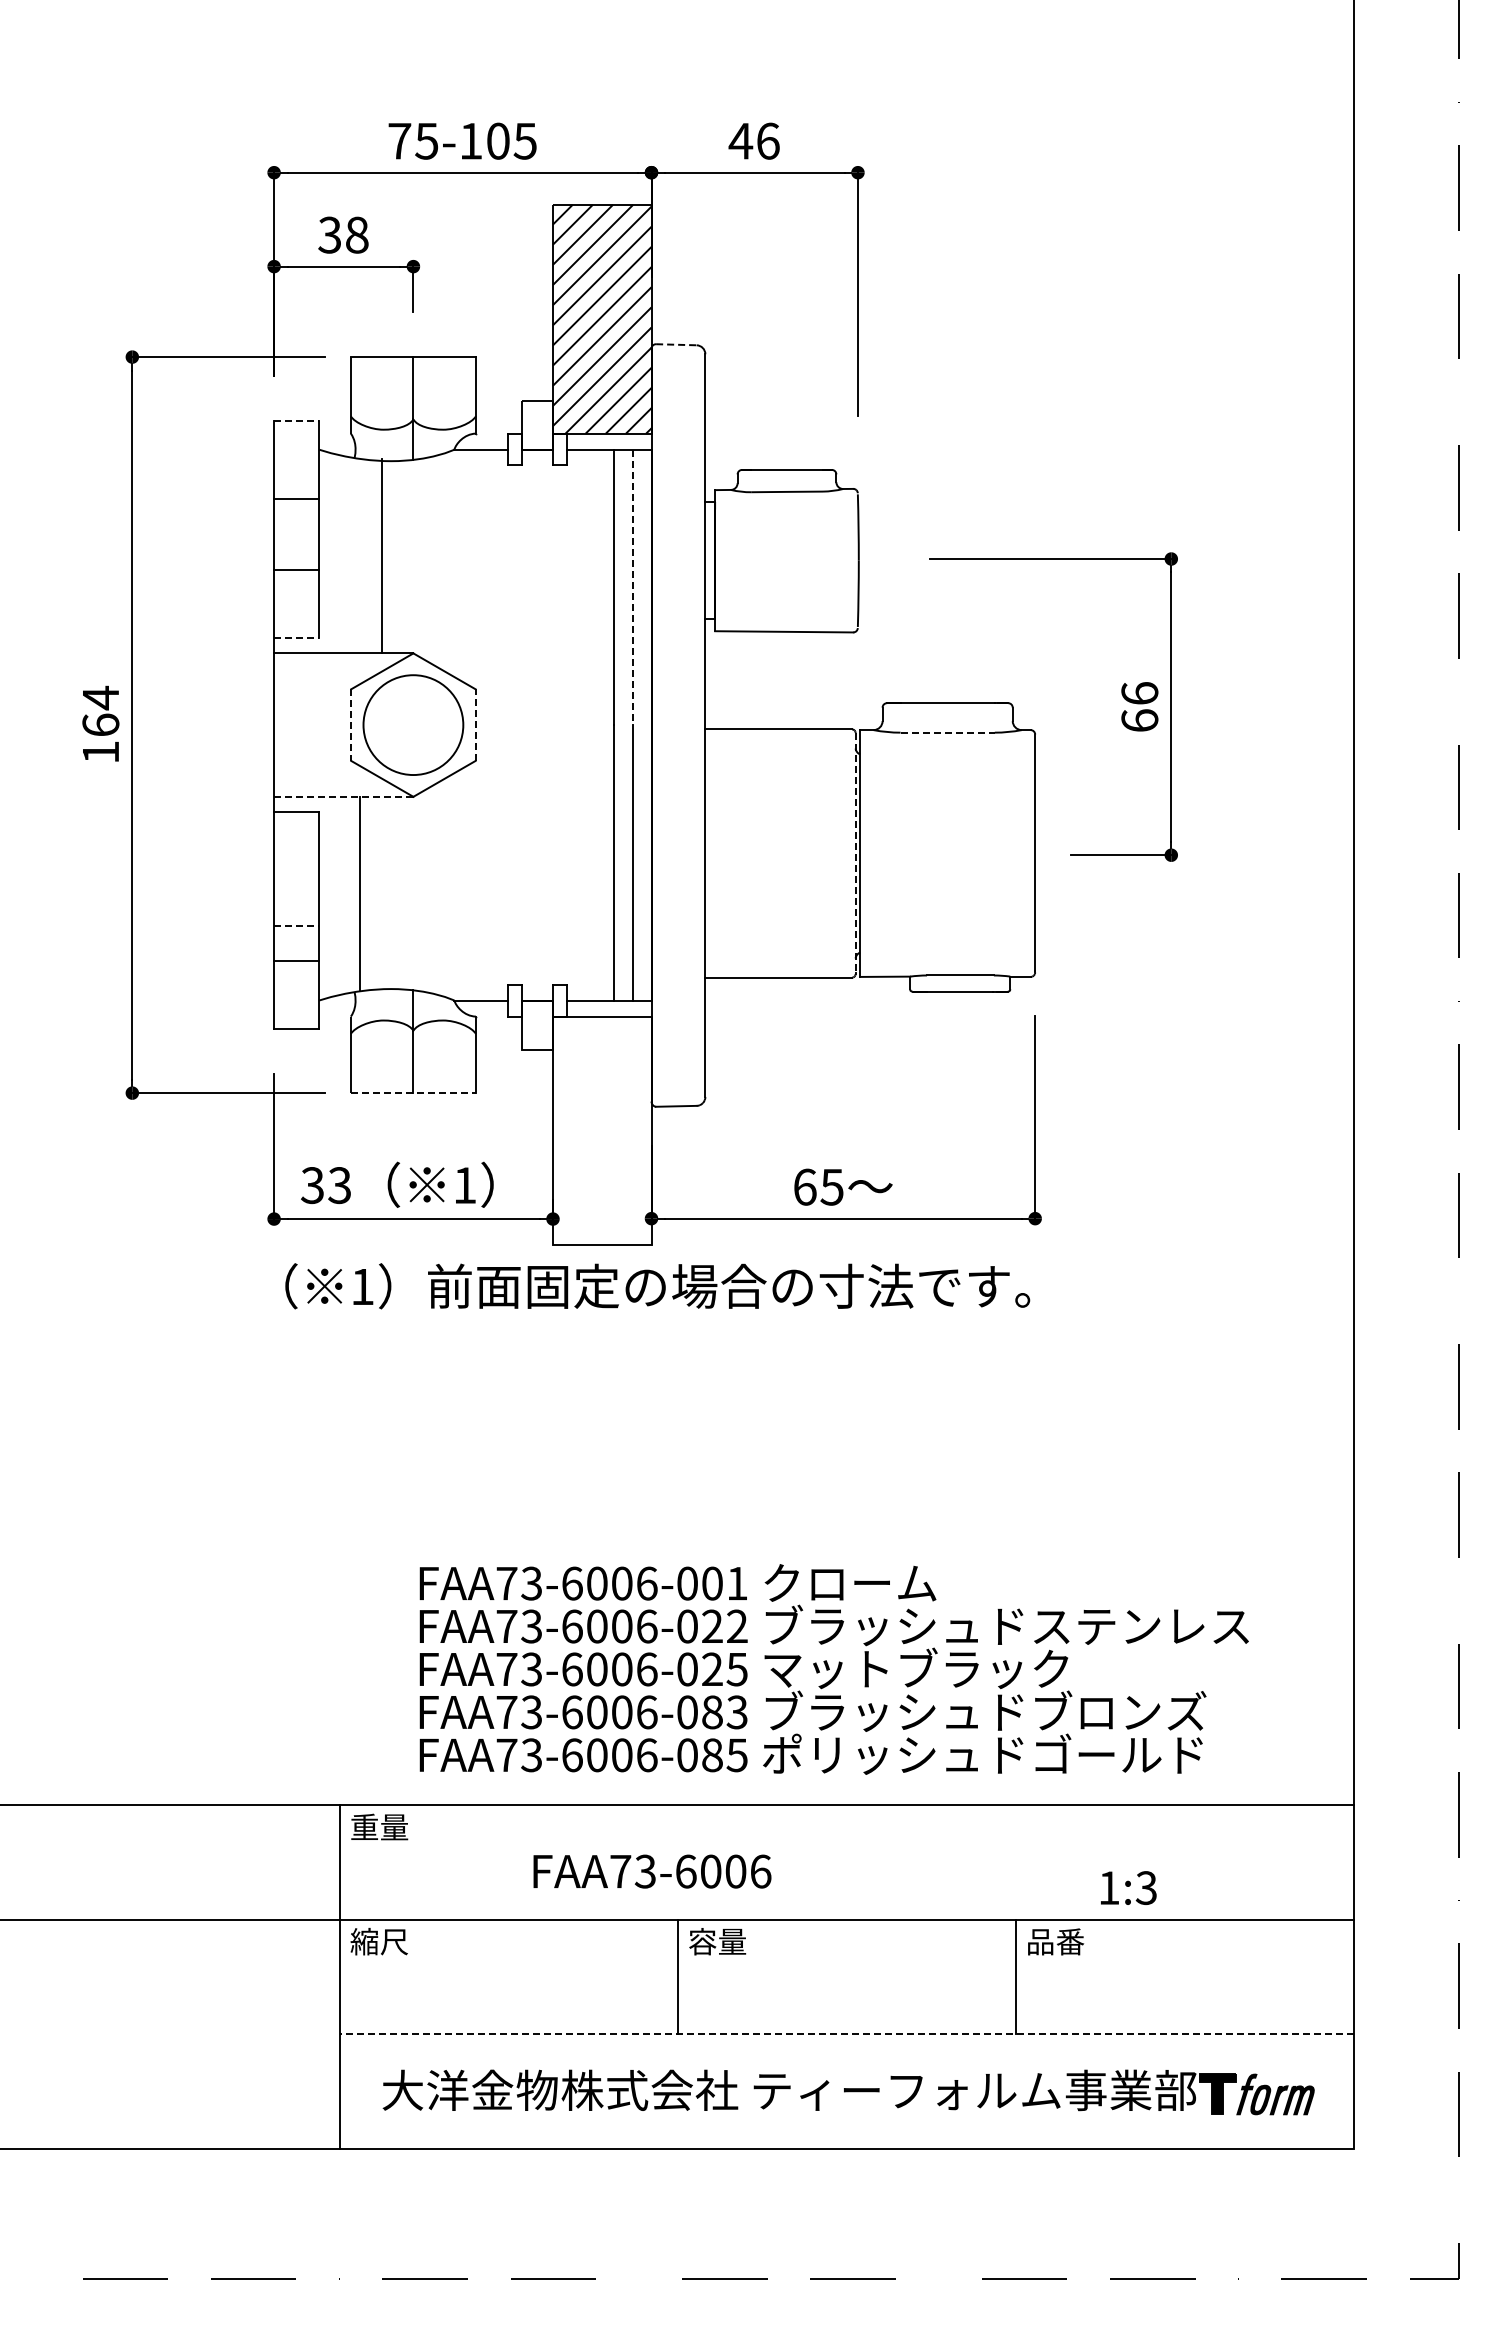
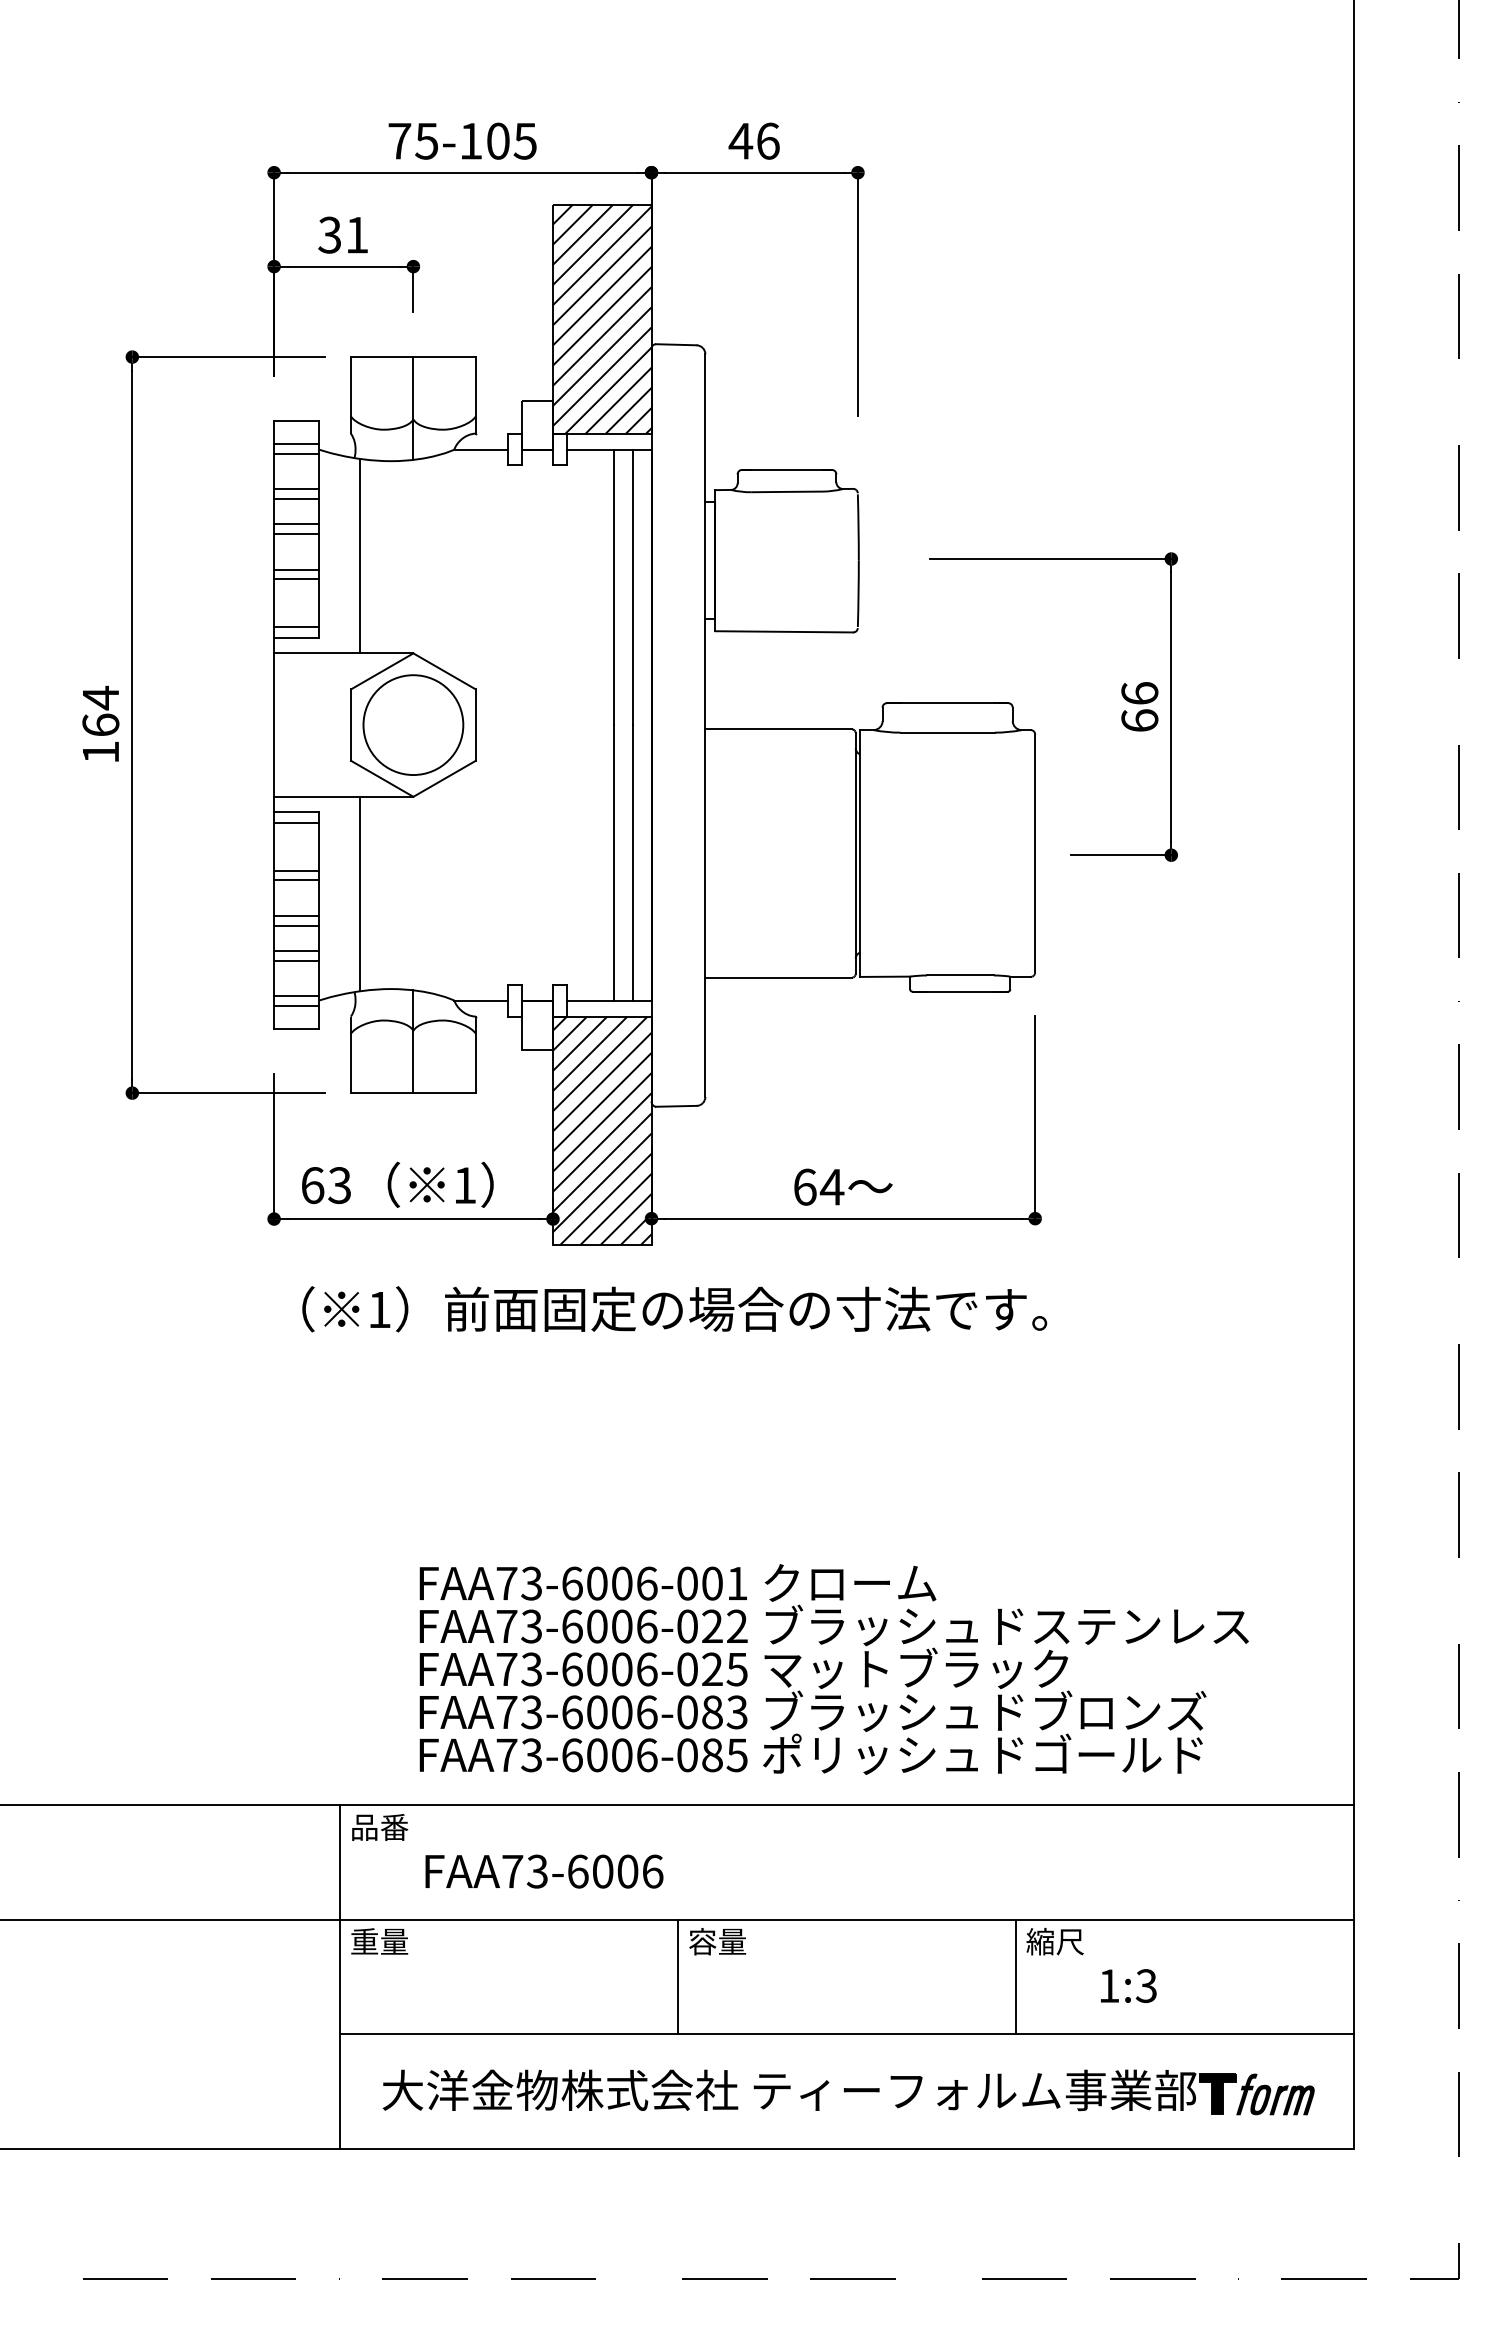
text at (357, 234): 38 -> 31
line at (676, 344): dashed -> solid
line at (296, 420): dashed -> solid
line at (296, 444): none -> present
line at (296, 453): none -> present
line at (296, 488): none -> present
line at (296, 523): none -> present
line at (296, 533): none -> present
line at (382, 555) position: (382, 555) -> (360, 555)
line at (296, 579): none -> present
line at (632, 587): dashed -> solid
line at (296, 626): none -> present
line at (296, 638): dashed -> solid
line at (351, 725): dashed -> solid
line at (475, 725): dashed -> solid
line at (948, 732): dashed -> solid
line at (343, 796): dashed -> solid
line at (296, 823): none -> present
line at (855, 853): dashed -> solid
line at (296, 870): none -> present
line at (296, 880): none -> present
line at (296, 916): none -> present
line at (296, 926): dashed -> solid
line at (296, 951): none -> present
line at (296, 996): none -> present
line at (296, 1006): none -> present
line at (413, 1093): dashed -> solid
hatch at (602, 1130): none -> present
text at (312, 1185): 33 -> 63
text at (831, 1187): 65 -> 64
text at (657, 1286) position: (657, 1286) -> (674, 1309)
text at (379, 1826): 重量 -> 品番
text at (652, 1871) position: (652, 1871) -> (544, 1871)
text at (1128, 1887) position: (1128, 1887) -> (1128, 1985)
text at (379, 1941): 縮尺 -> 重量
text at (1055, 1941): 品番 -> 縮尺
line at (847, 2034): dashed -> solid
